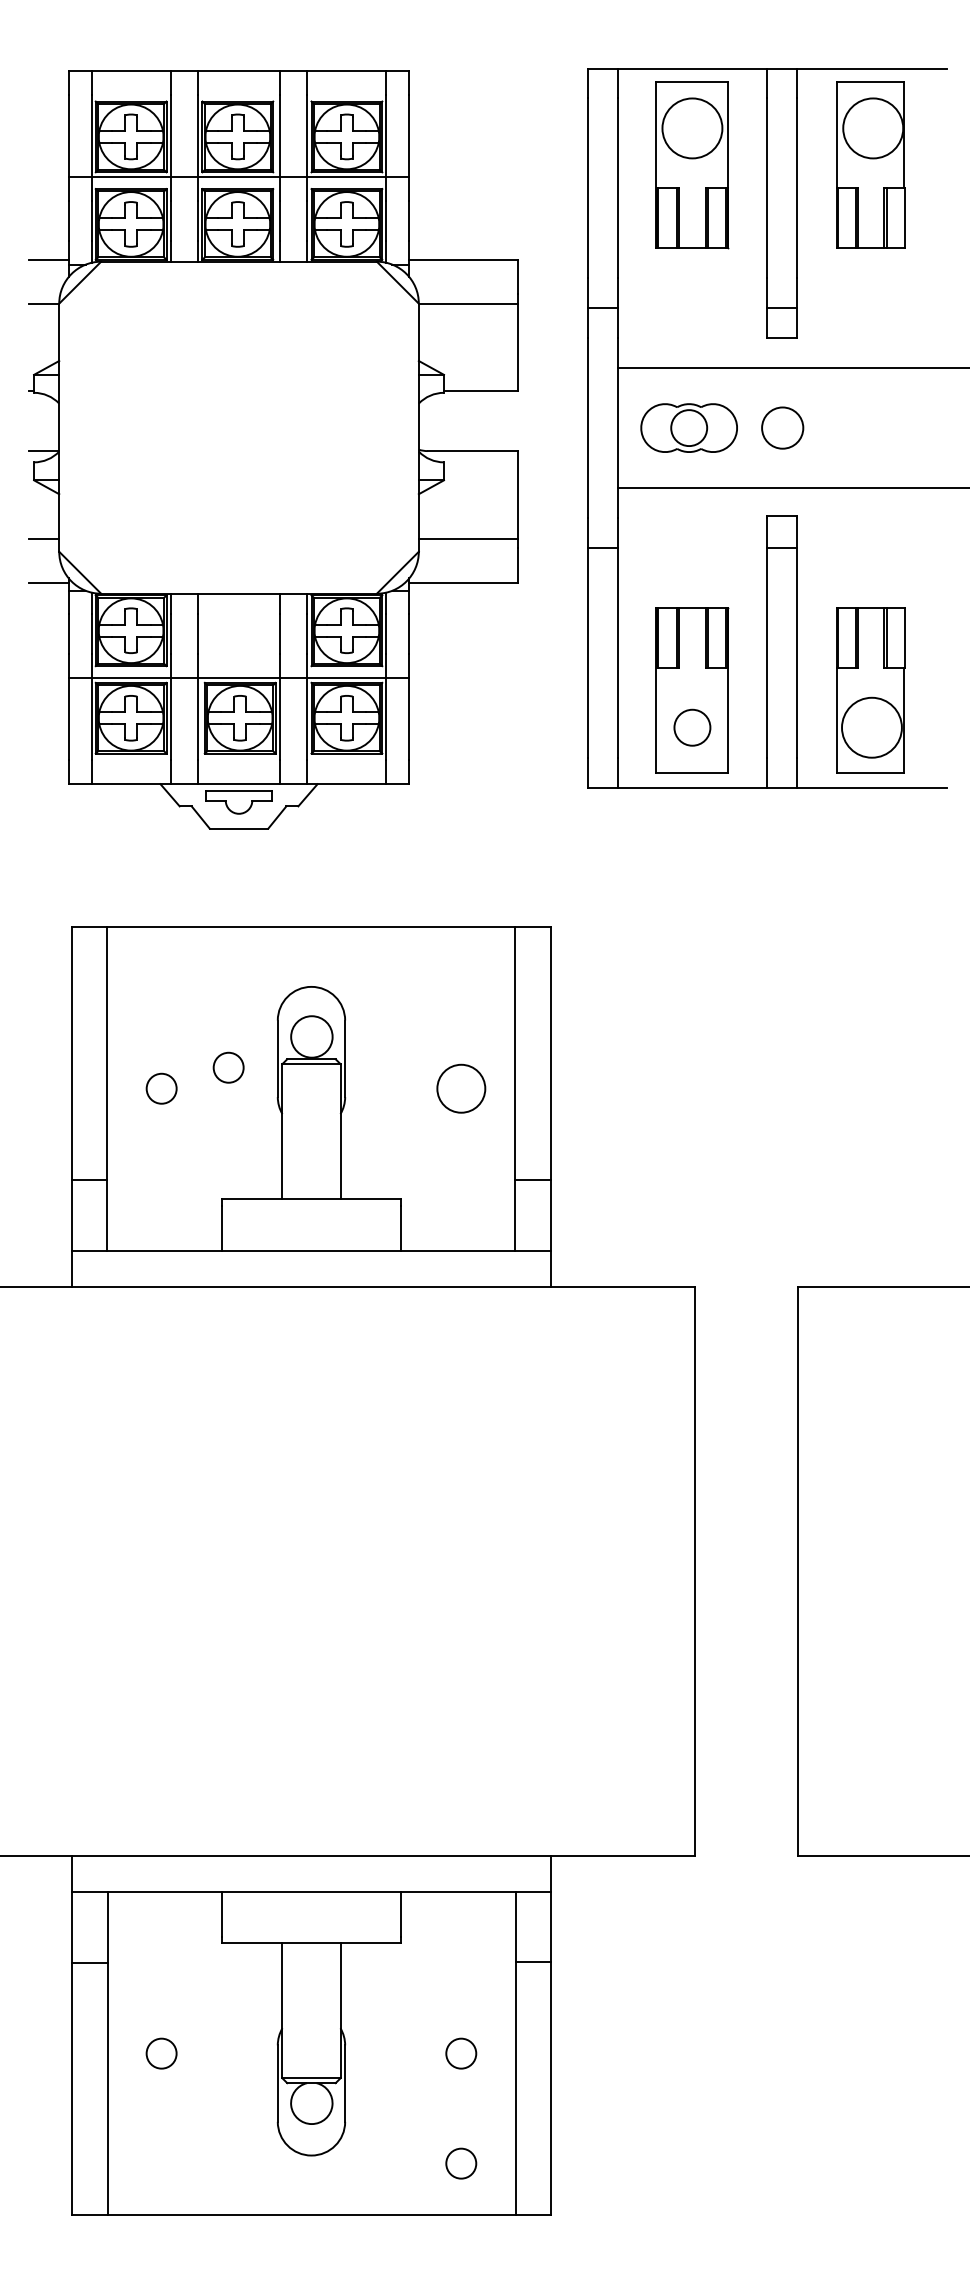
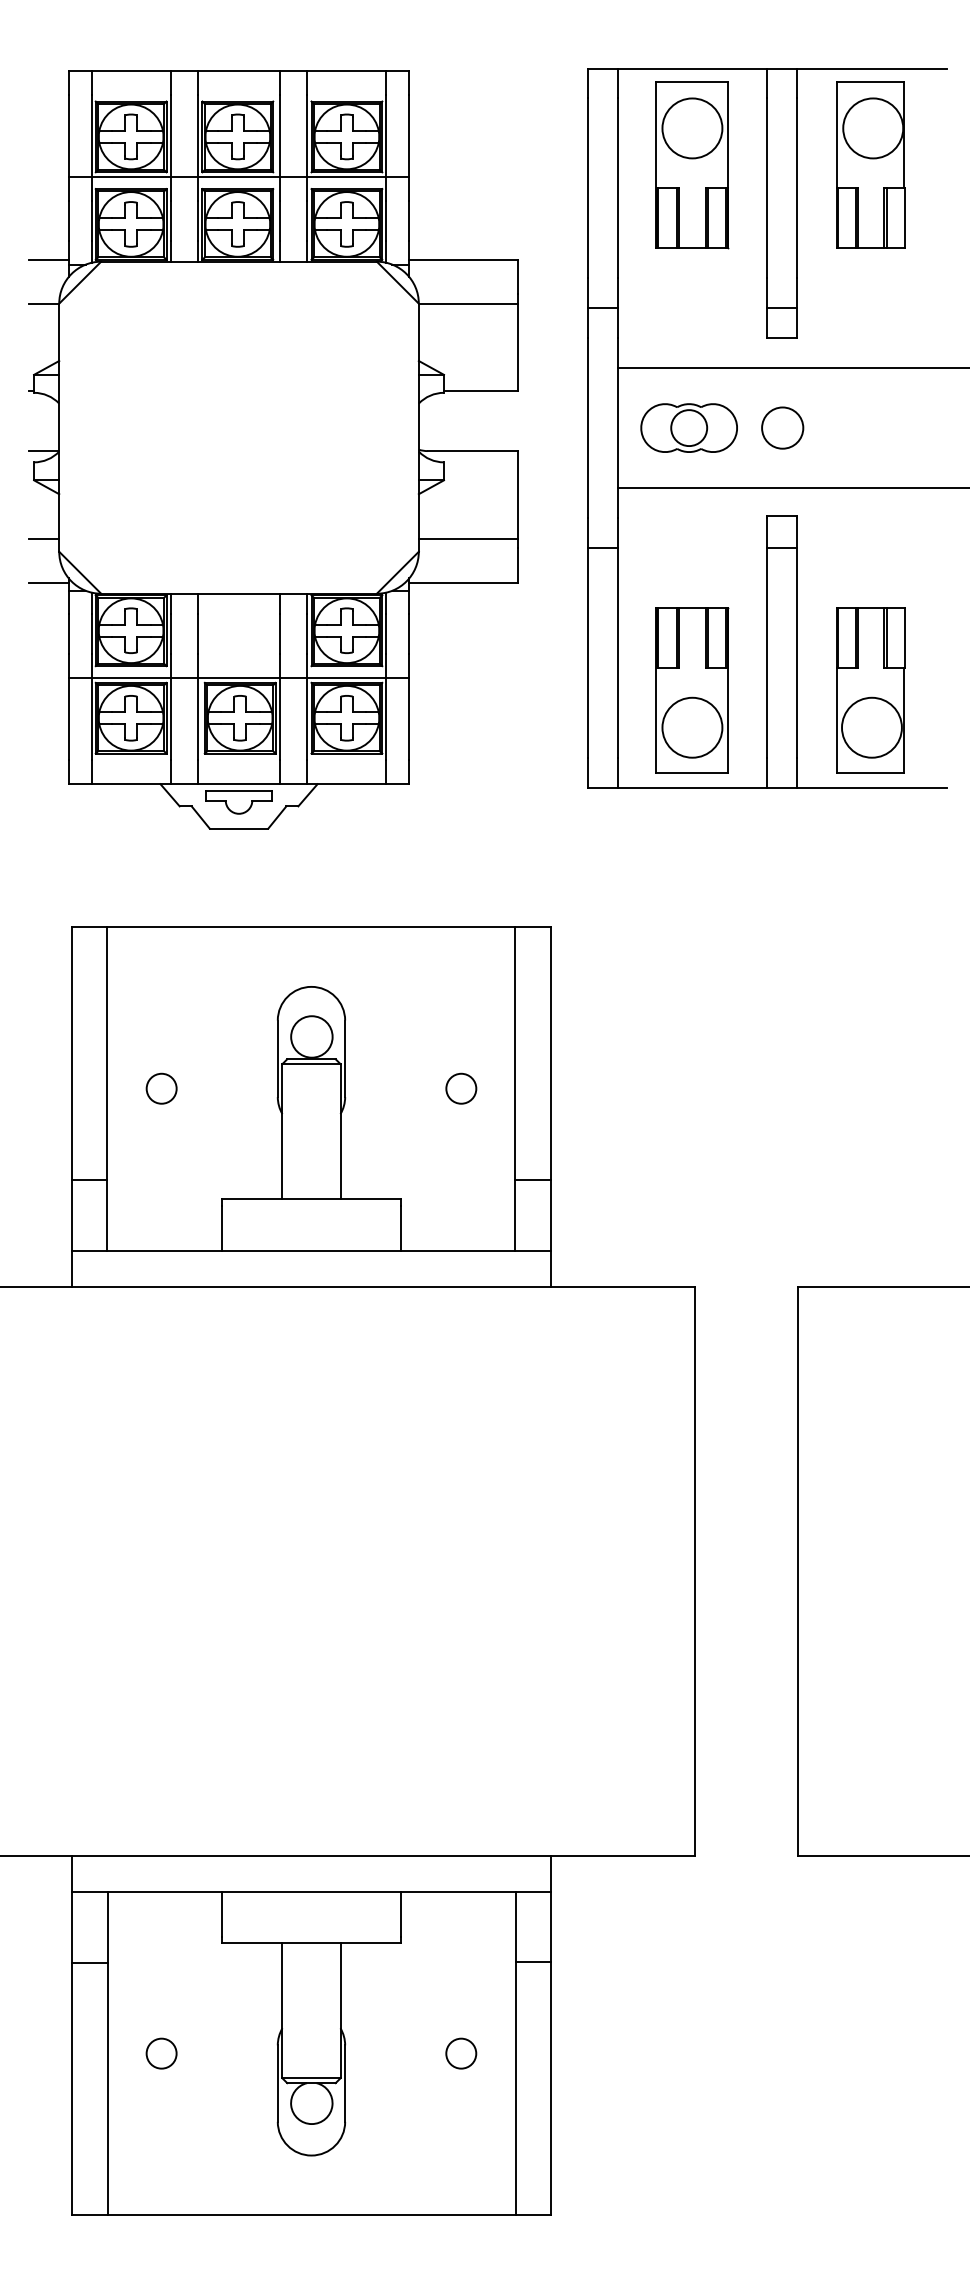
circle at (692, 727) diameter: 36 px -> 60 px
circle at (228, 1067): present -> none
circle at (461, 1088) diameter: 48 px -> 30 px
circle at (461, 2163): present -> none
